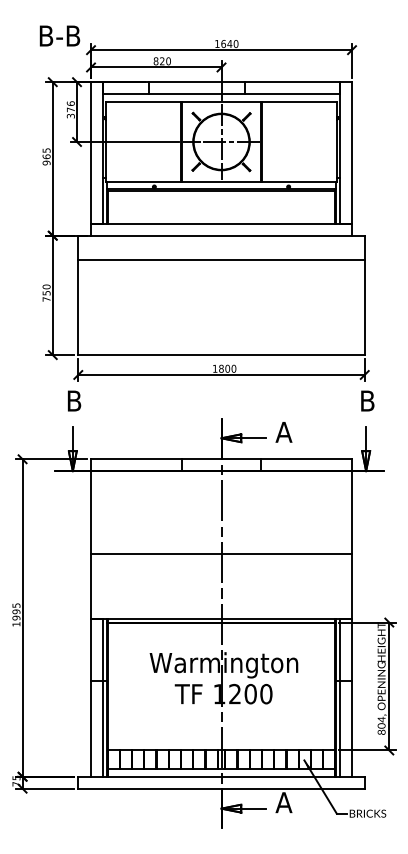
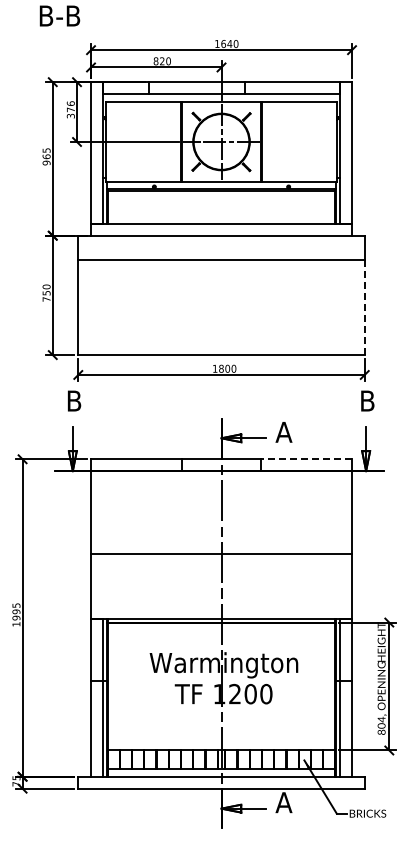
text at (59, 35) position: (59, 35) -> (59, 15)
line at (364, 307): solid -> dashed
line at (306, 459): solid -> dashed
